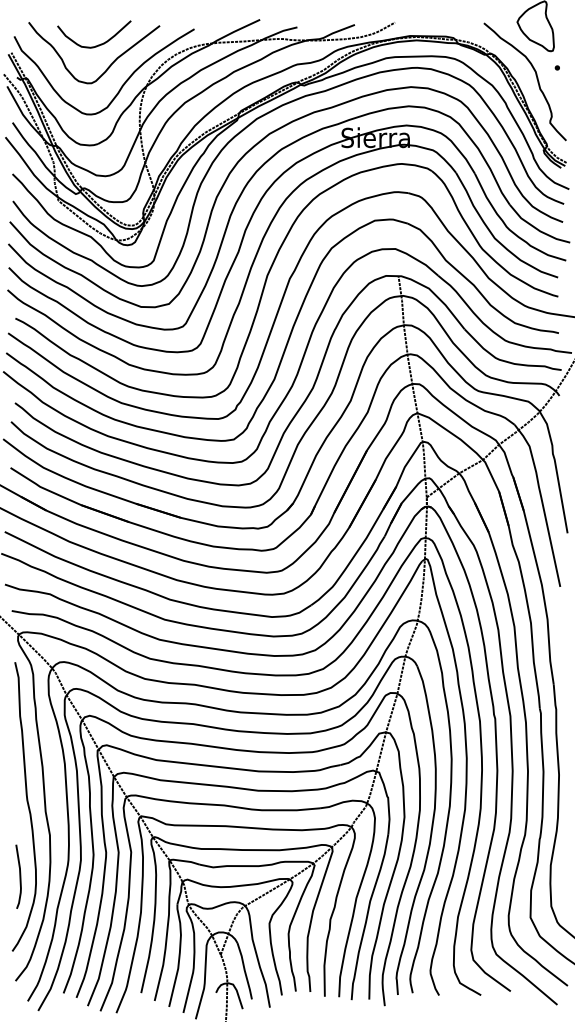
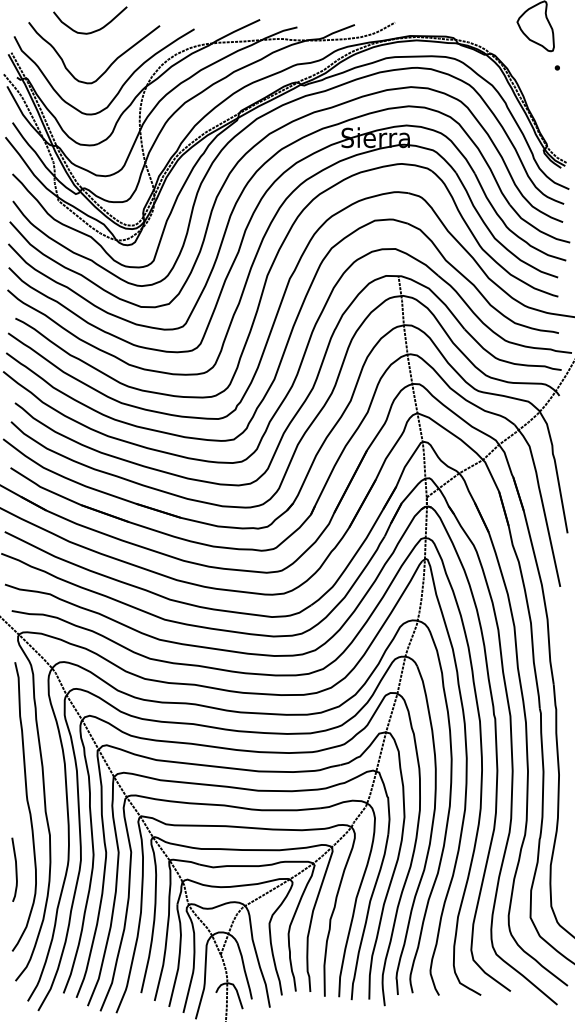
curve at (98, 44) position: (98, 44) -> (94, 30)
curve at (536, 79): present -> none
curve at (19, 876) position: (19, 876) -> (15, 869)
